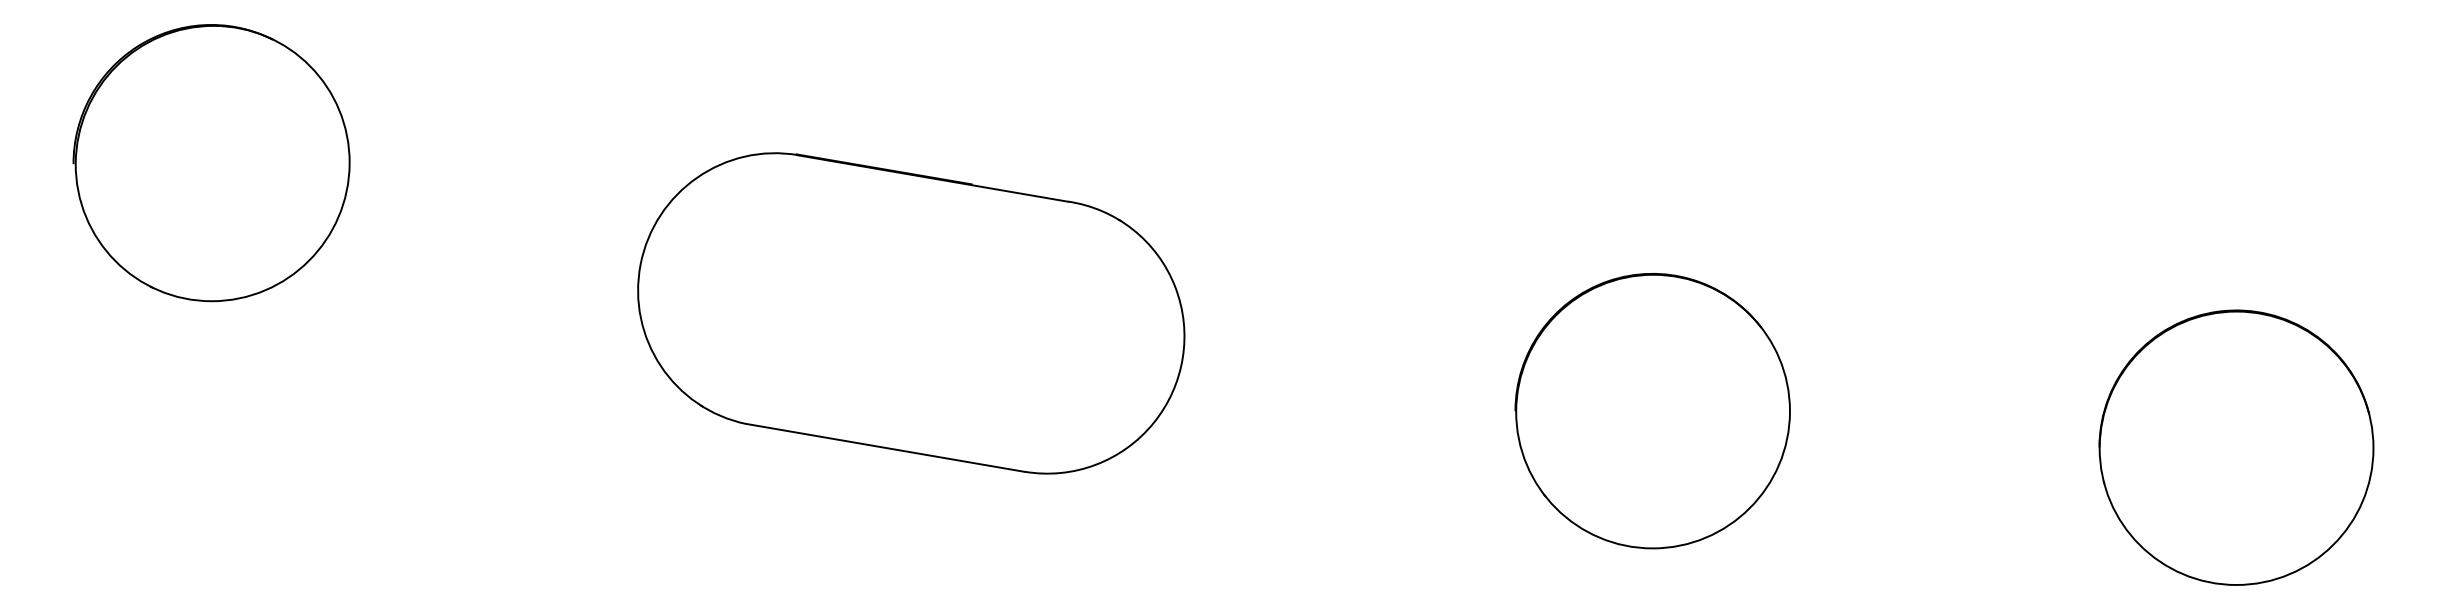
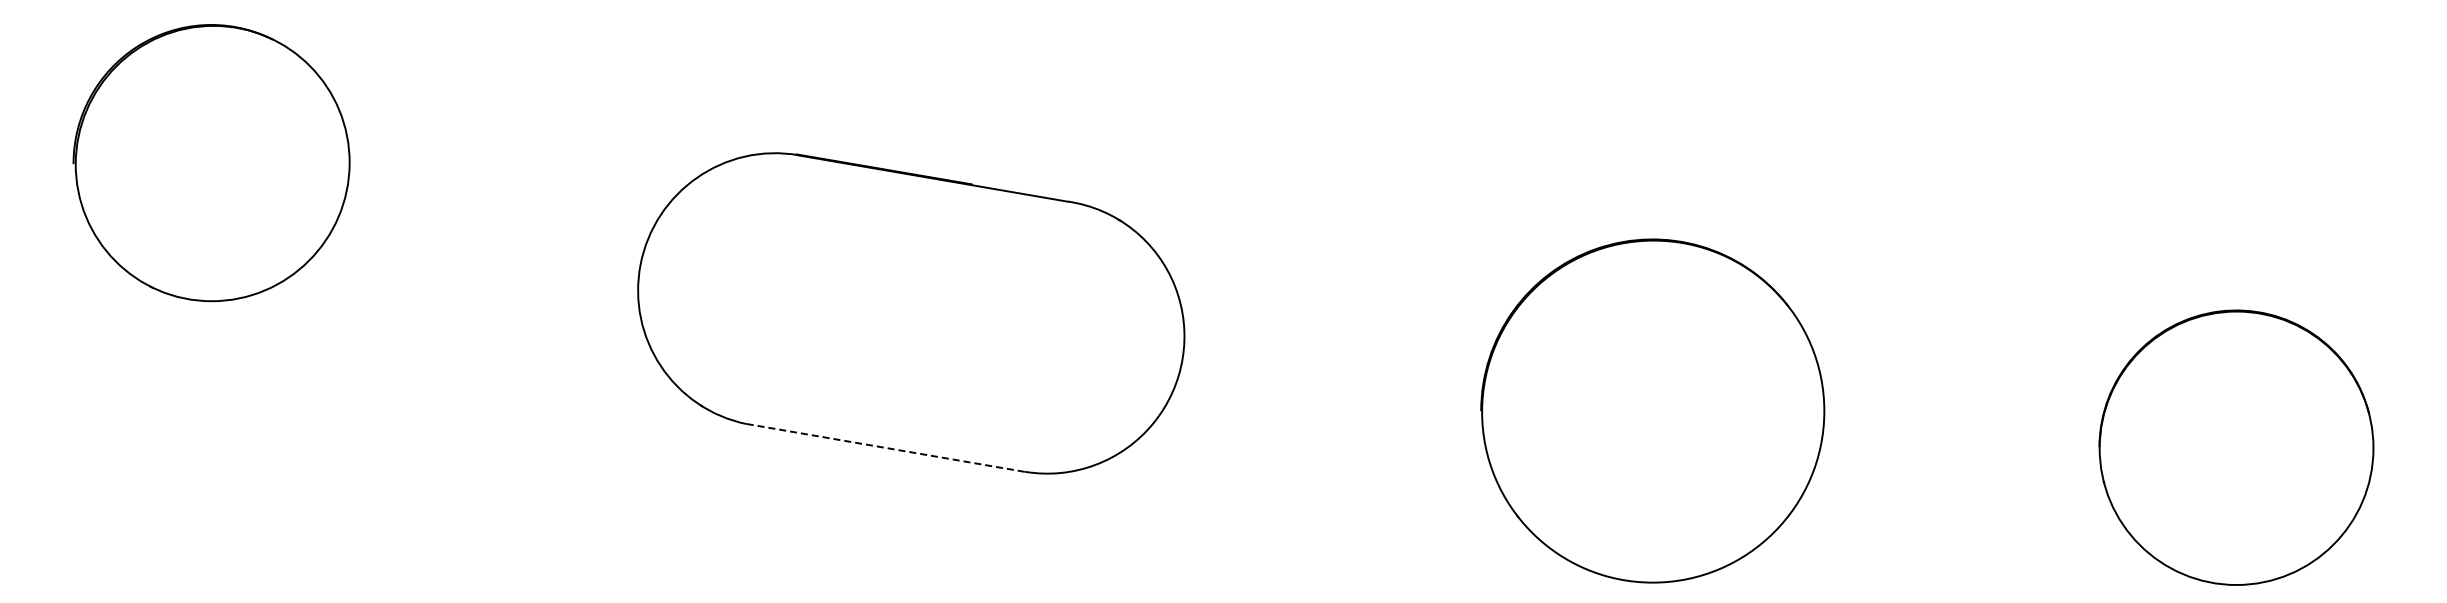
part at (1652, 411) size: 277x277 px -> 346x346 px
line at (885, 447): solid -> dashed
